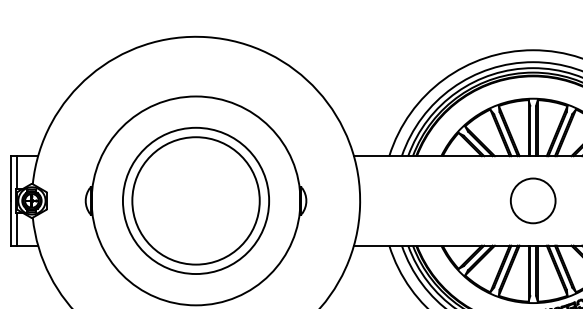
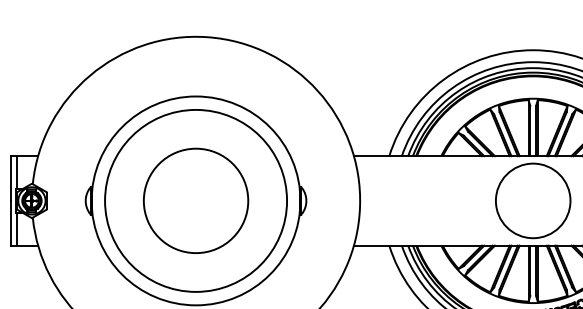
circle at (195, 200) diameter: 127 px -> 182 px
circle at (195, 200) diameter: 146 px -> 104 px
circle at (532, 200) diameter: 45 px -> 75 px
